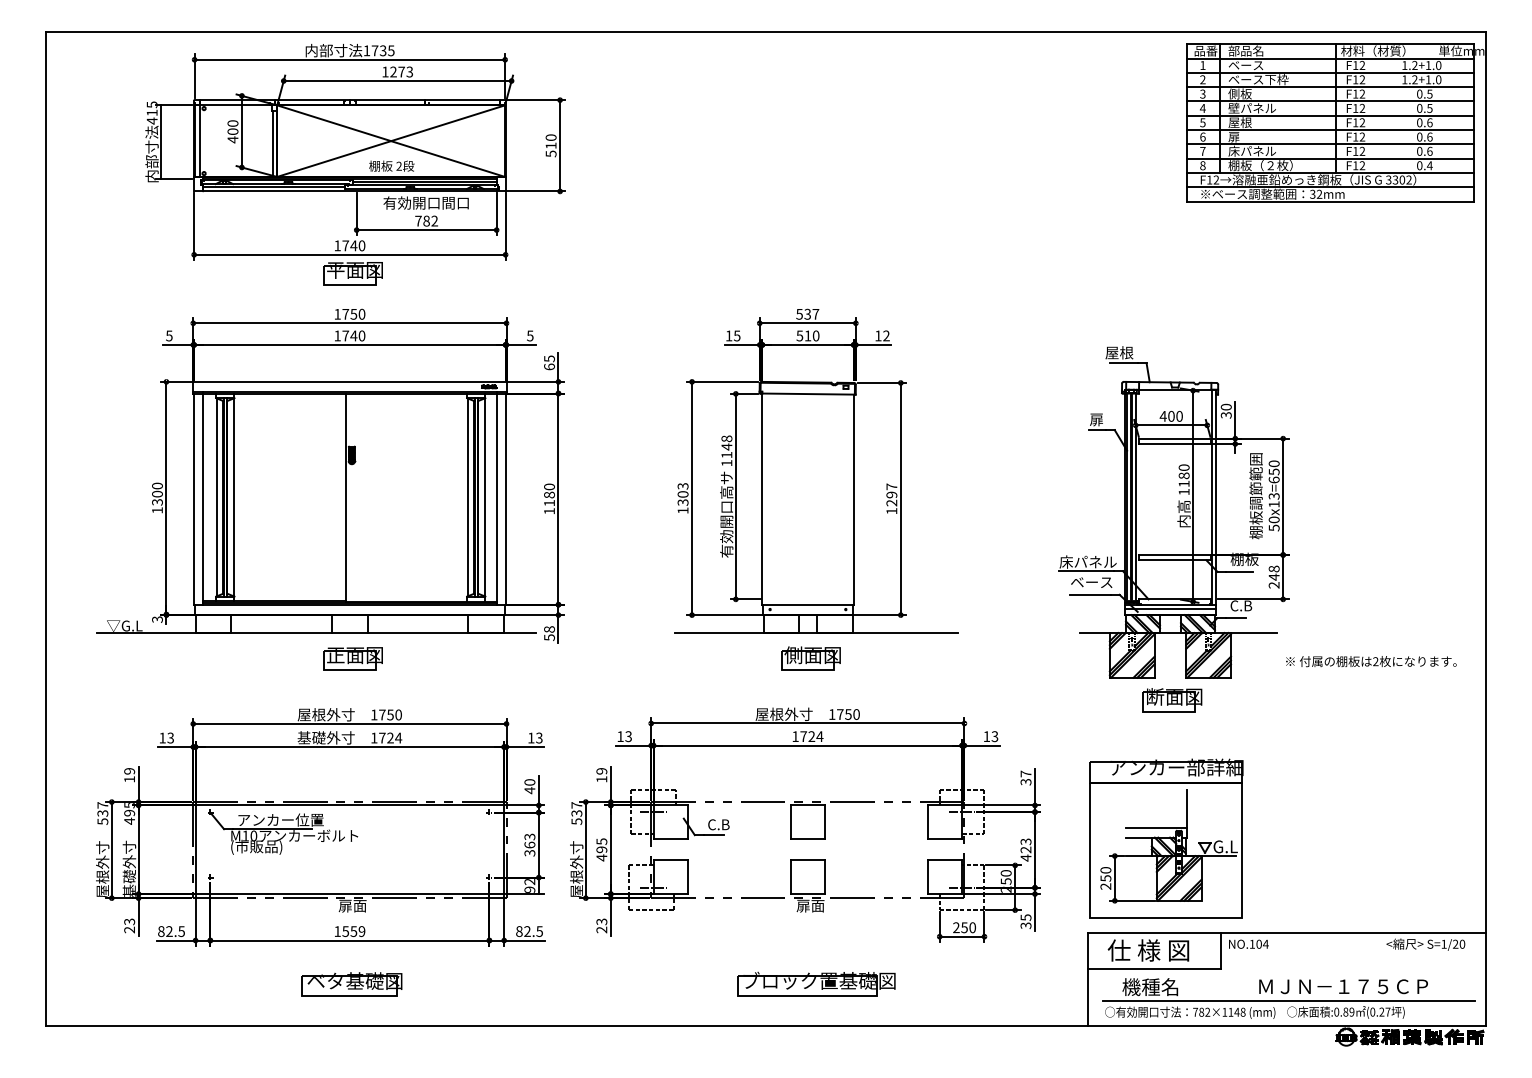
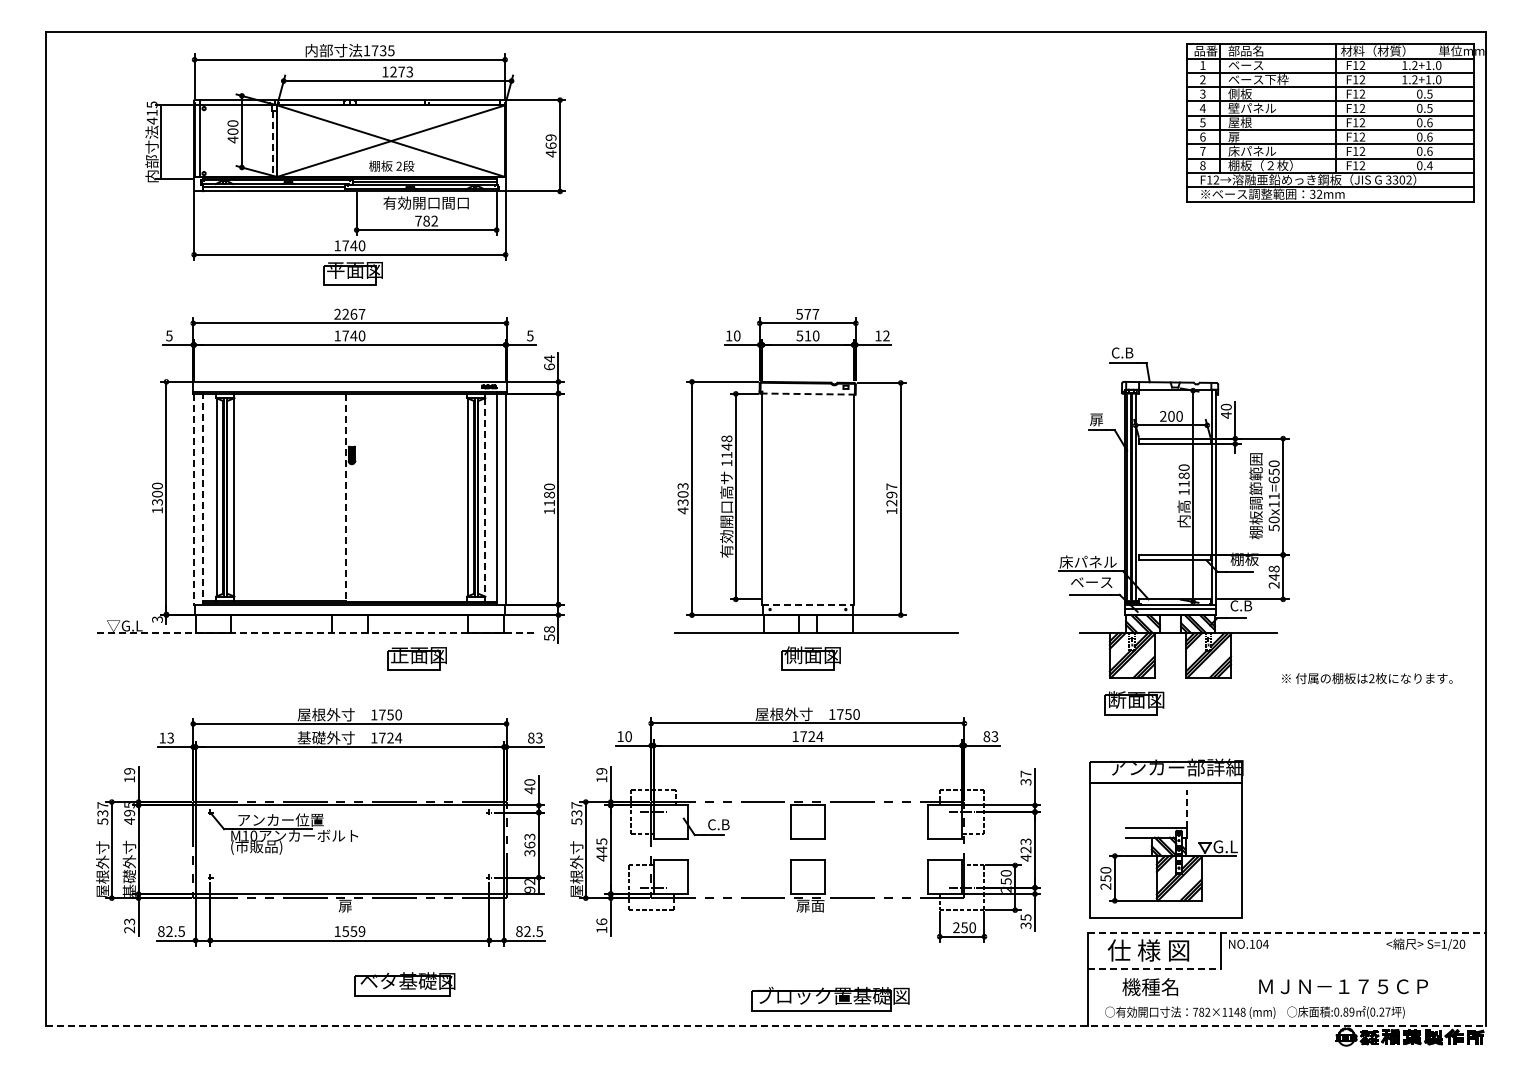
line at (272, 144): solid -> dashed
text at (550, 145): 510 -> 469
text at (349, 313): 1750 -> 2267
text at (807, 313): 537 -> 577
text at (736, 335): 15 -> 10
text at (1119, 352): 屋根 -> C.B
text at (549, 358): 65 -> 64
line at (808, 394): solid -> dashed
text at (1225, 414): 30 -> 40
text at (1162, 415): 400 -> 200
text at (1273, 496): 50x13=650 -> 50x11=650
line at (484, 497): solid -> dashed
line at (203, 498): solid -> dashed
line at (346, 498): solid -> dashed
line at (194, 499): solid -> dashed
text at (682, 510): 1303 -> 4303
line at (808, 604): solid -> dashed
line at (317, 633): solid -> dashed
part at (352, 658) position: (352, 658) -> (416, 658)
text at (1371, 661) position: (1371, 661) -> (1367, 678)
part at (1172, 700) position: (1172, 700) -> (1134, 703)
text at (628, 736): 13 -> 10
text at (986, 736): 13 -> 83
text at (531, 737): 13 -> 83
line at (1186, 808): solid -> dashed
text at (601, 849): 495 -> 445
text at (359, 906): 扉面 -> 扉
text at (601, 925): 23 -> 16
line at (1287, 933): solid -> dashed
line at (1155, 968): solid -> dashed
part at (816, 983) position: (816, 983) -> (830, 998)
part at (351, 984) position: (351, 984) -> (404, 984)
line at (1288, 1001): present -> none
line at (765, 1026): solid -> dashed
